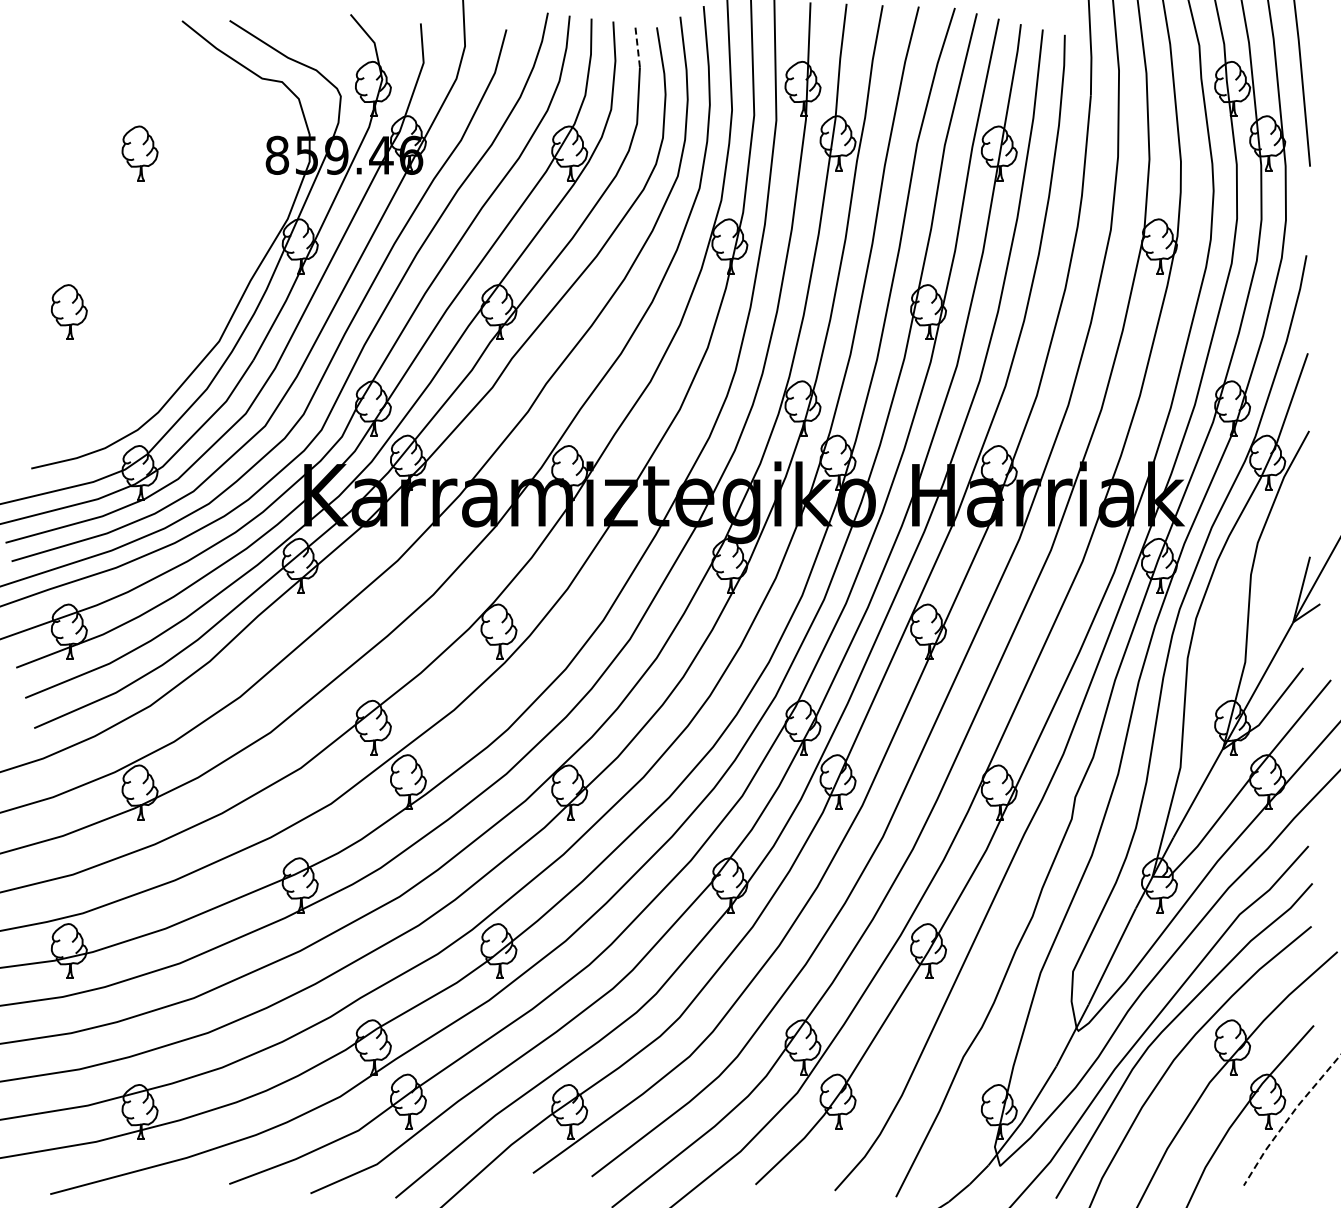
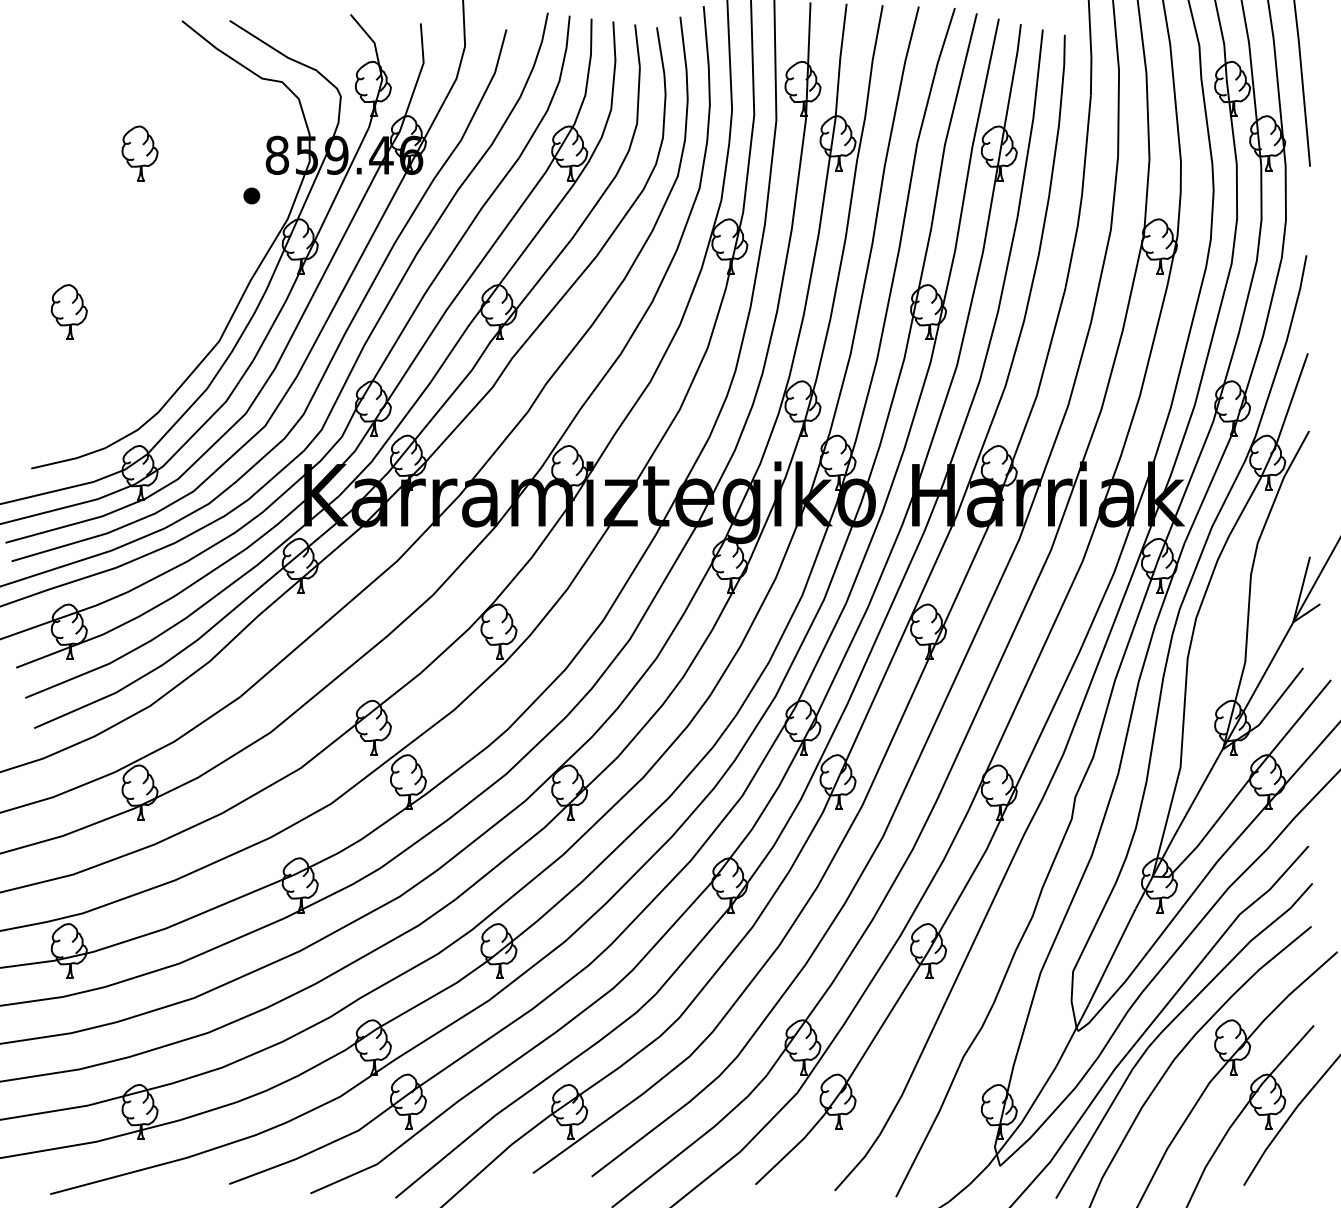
line at (637, 45): dashed -> solid
part at (251, 195): none -> present
line at (1288, 1118): dashed -> solid
